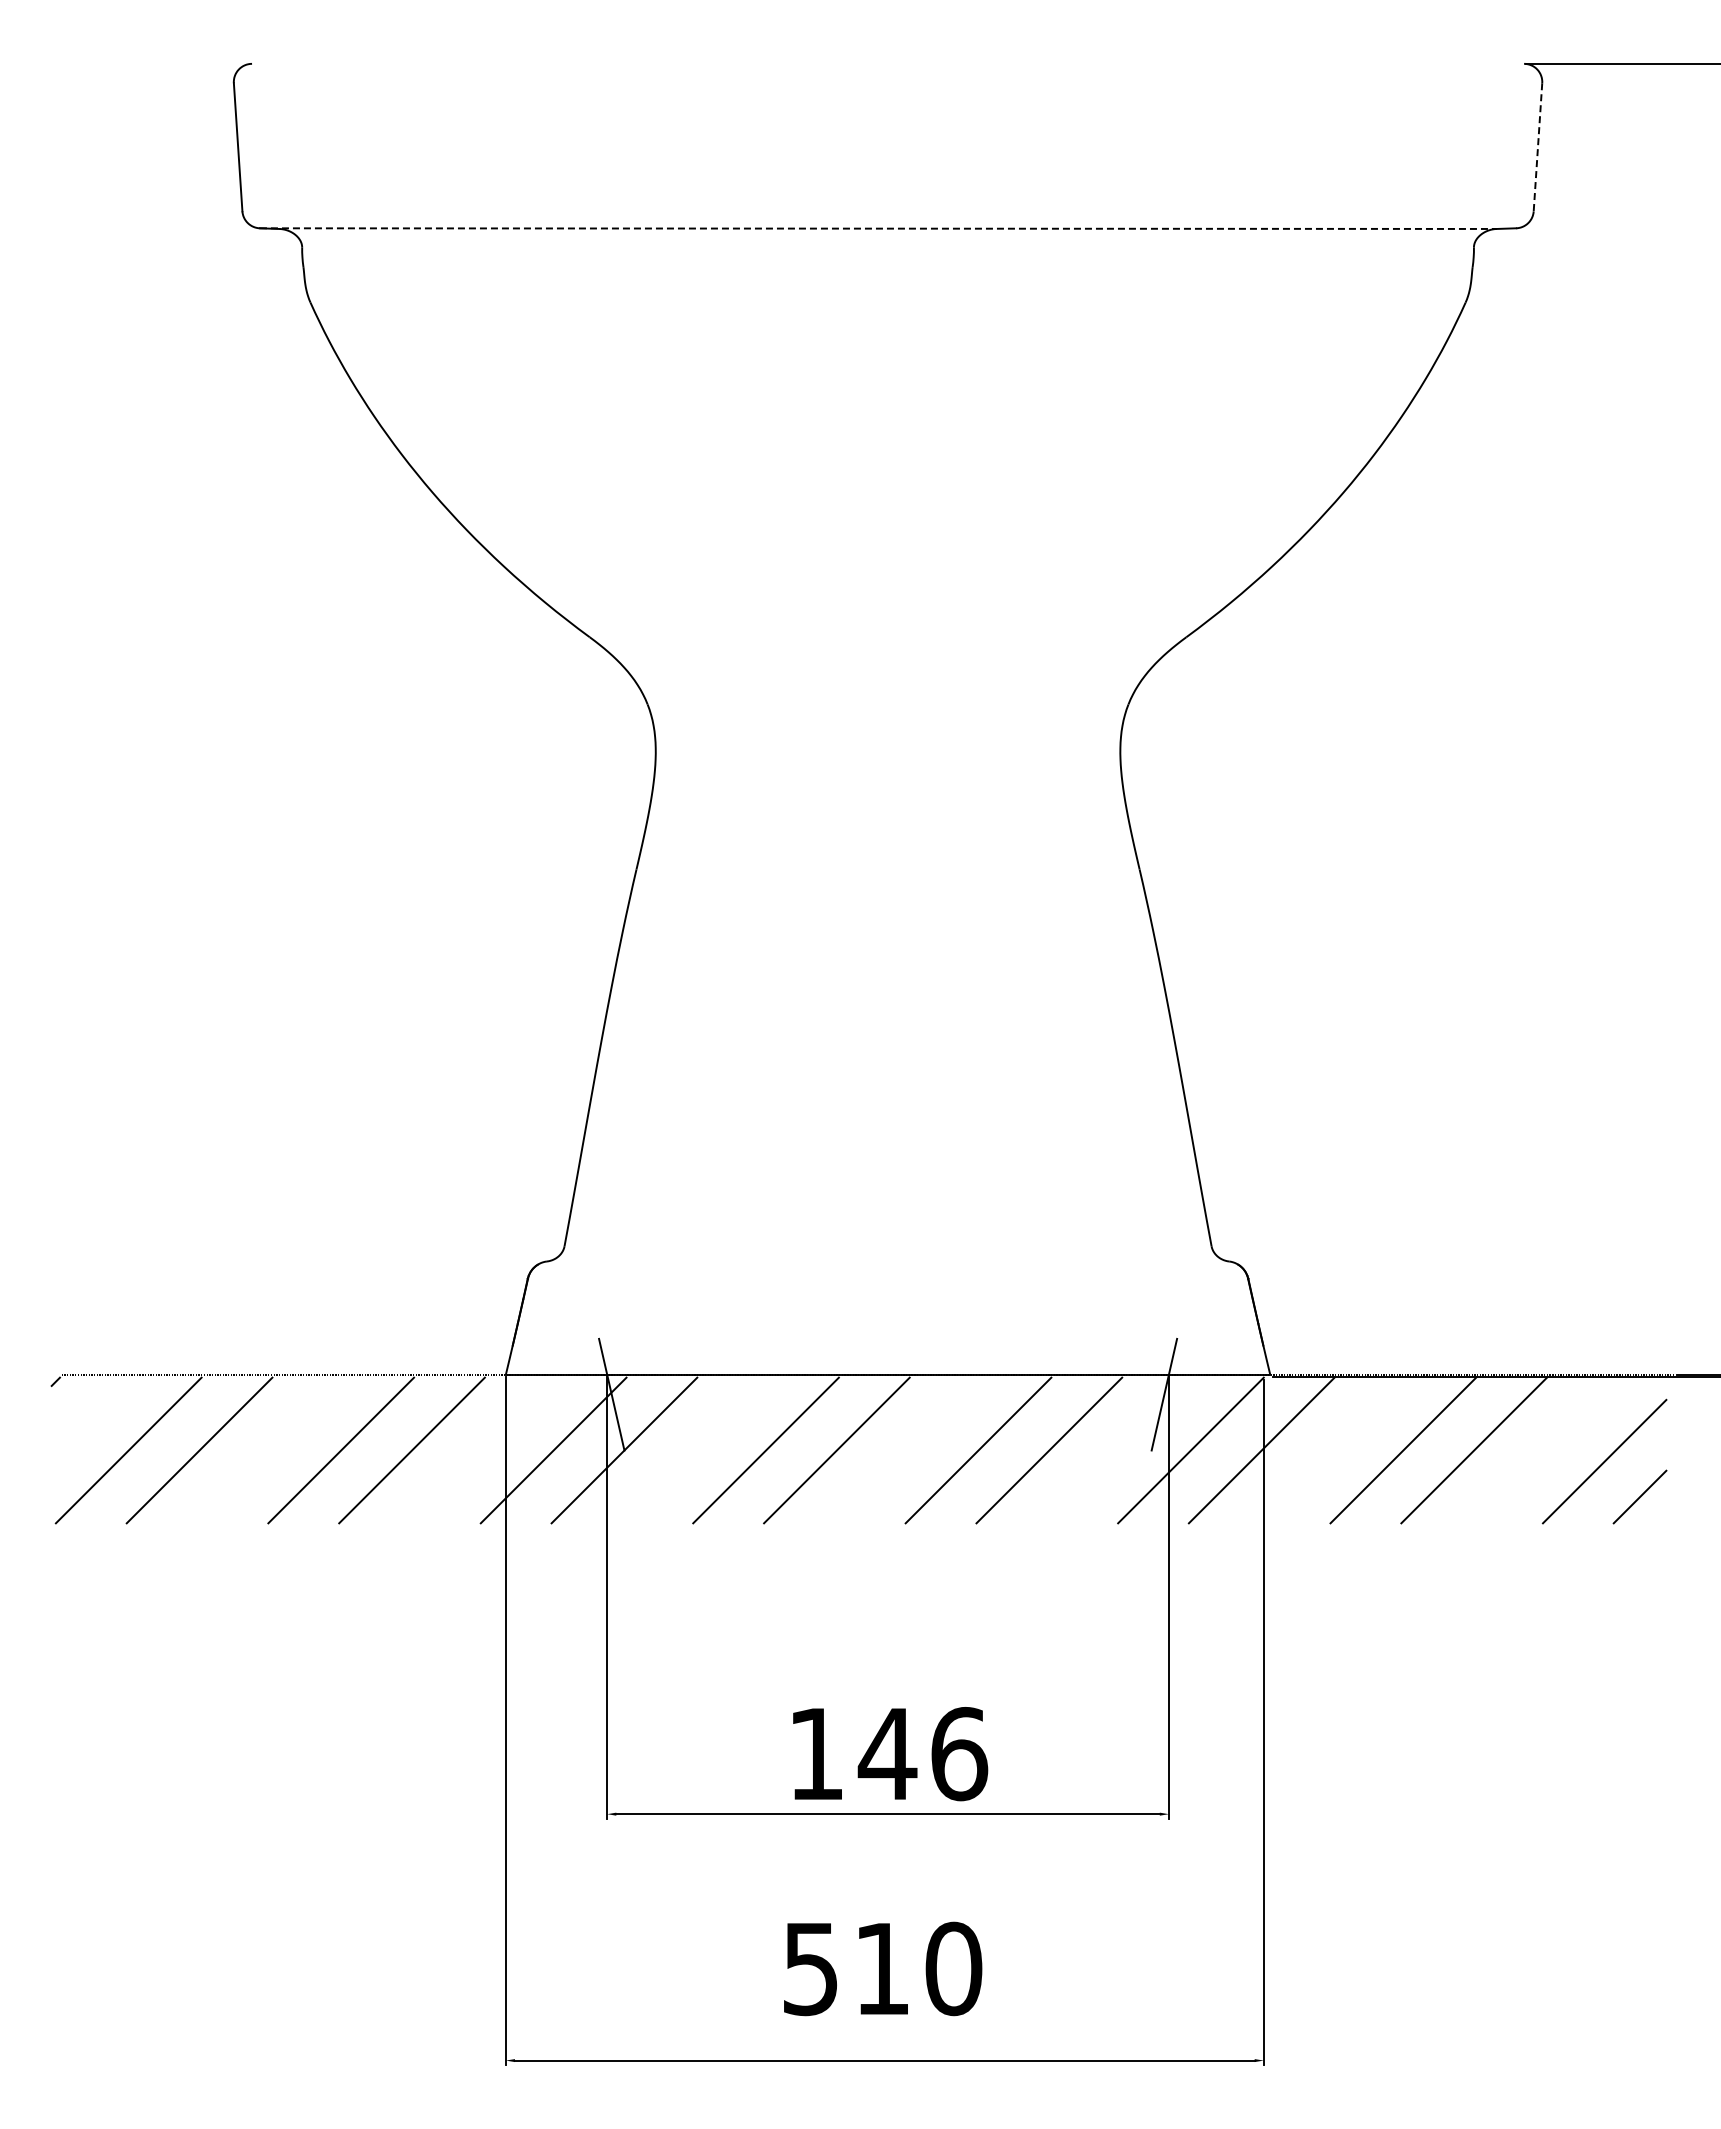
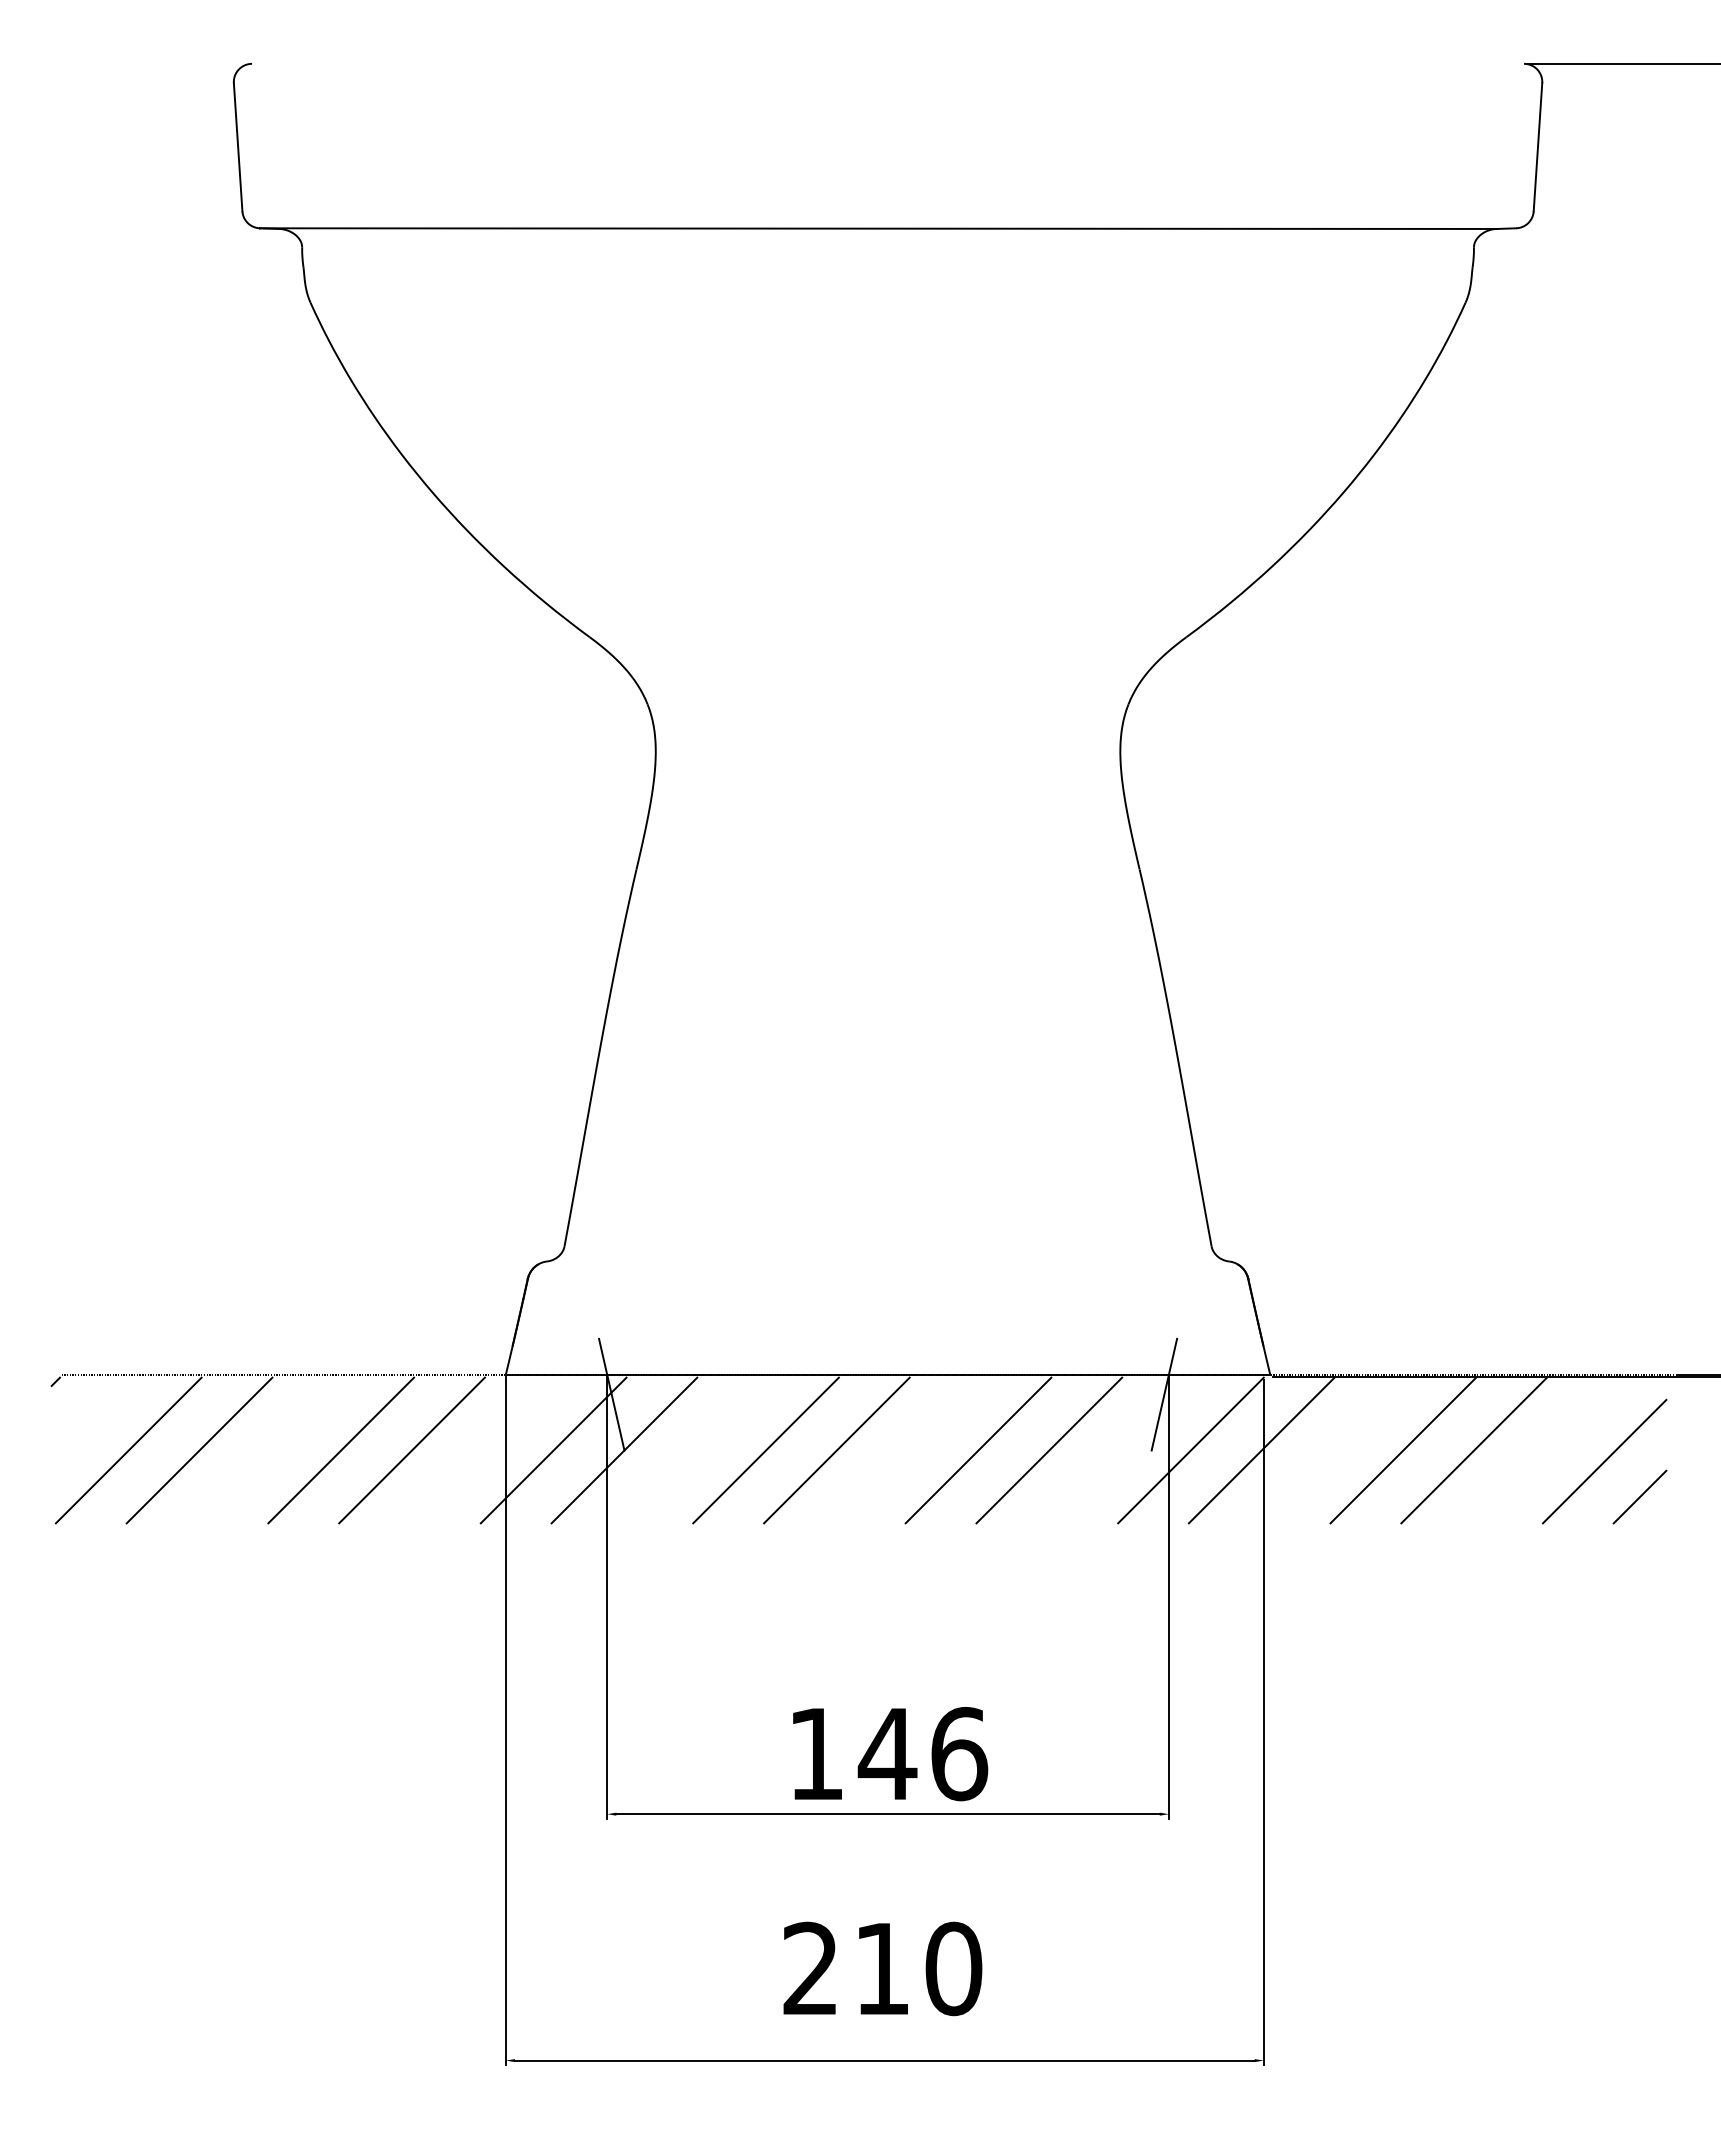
line at (1537, 147): dashed -> solid
line at (878, 228): dashed -> solid
text at (809, 1968): 510 -> 210
